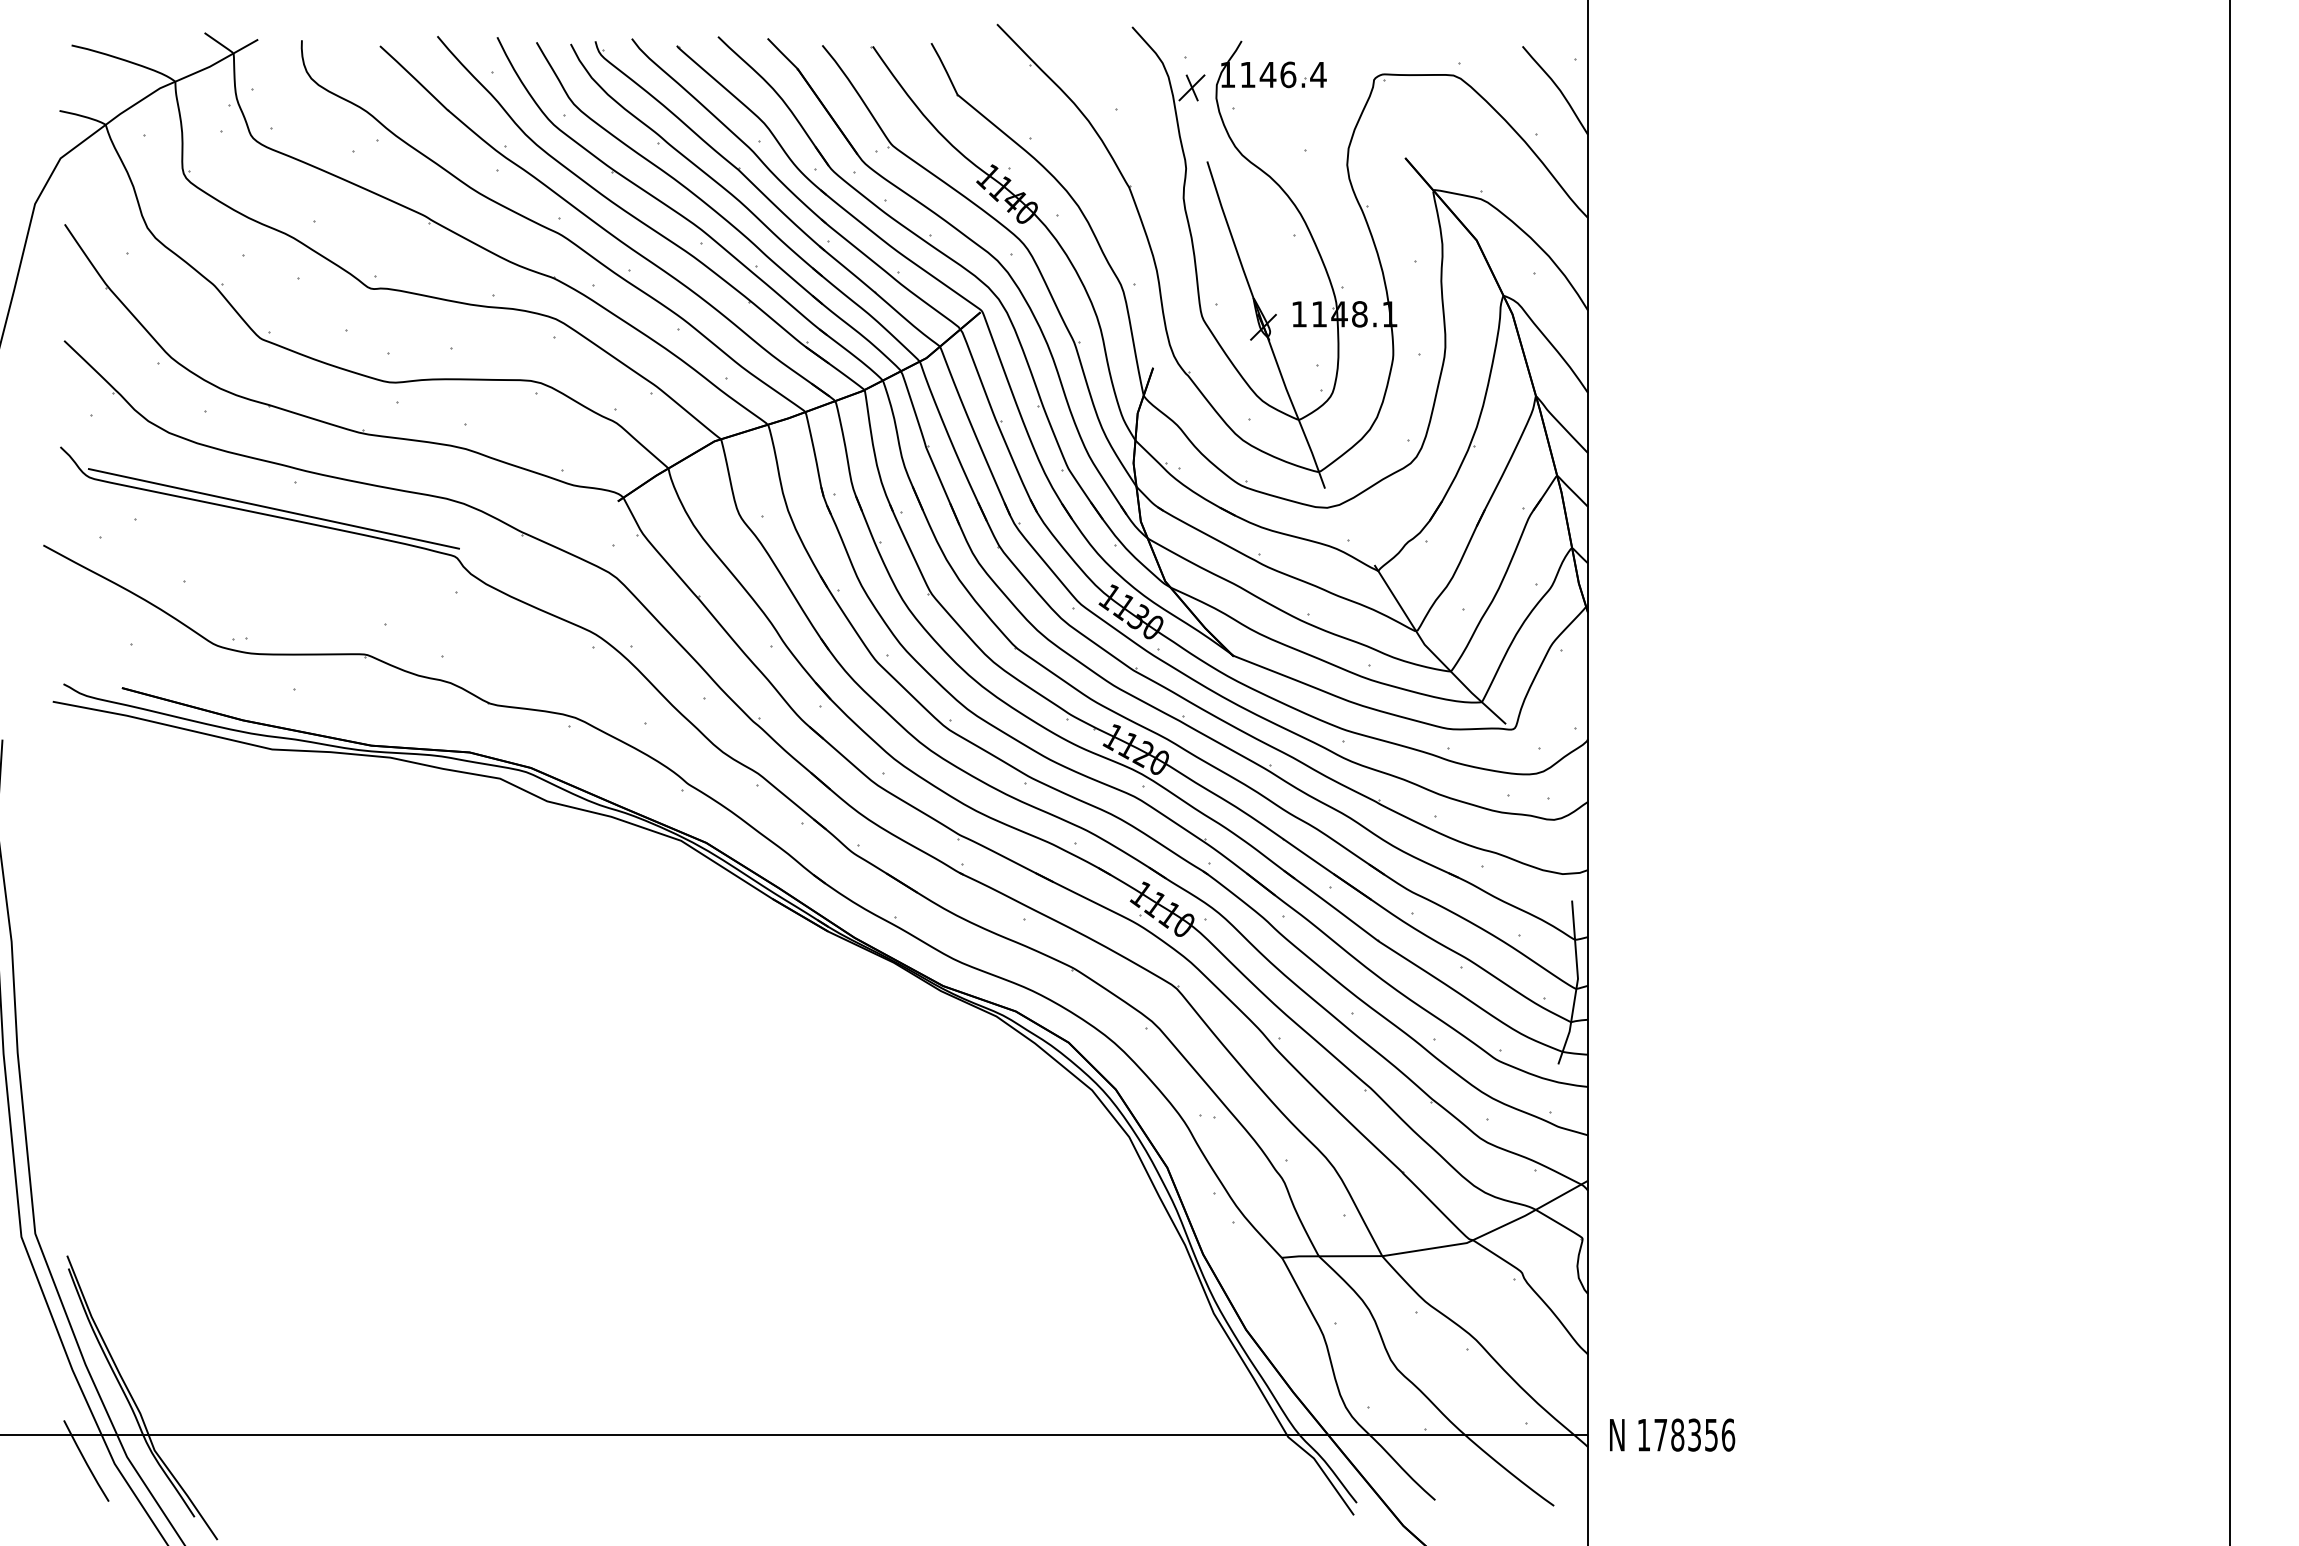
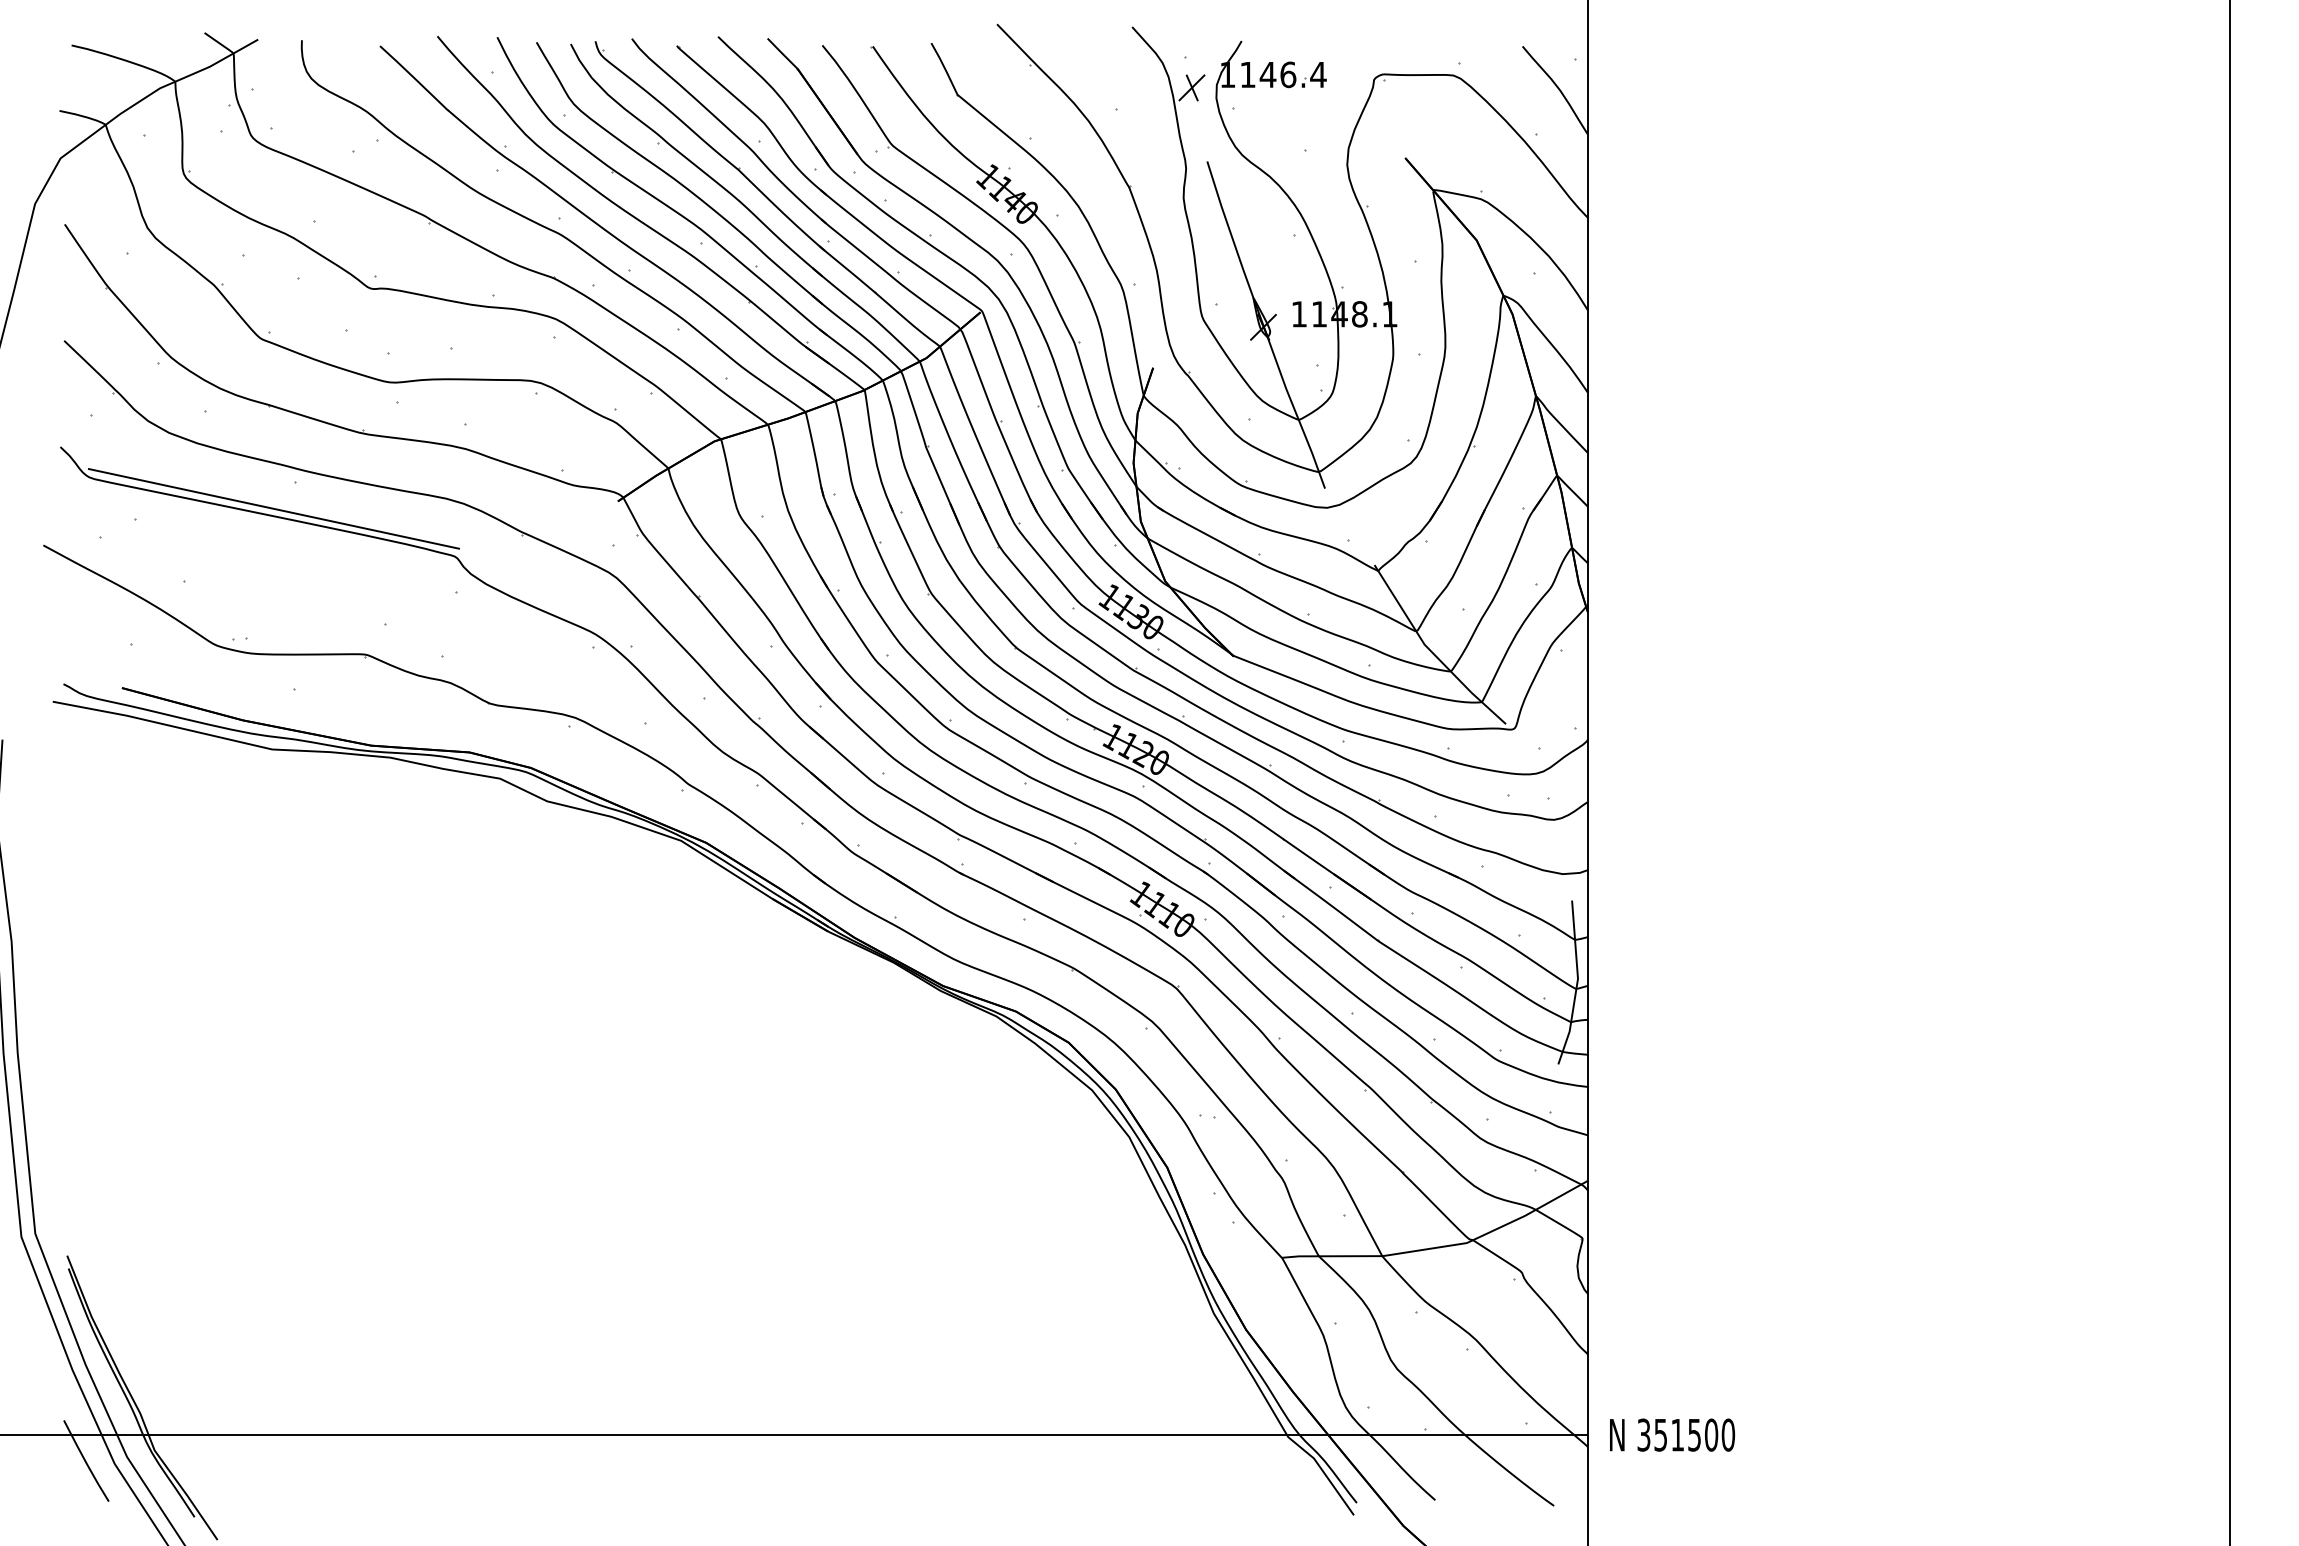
text at (1686, 1434): 178356 -> 351500
